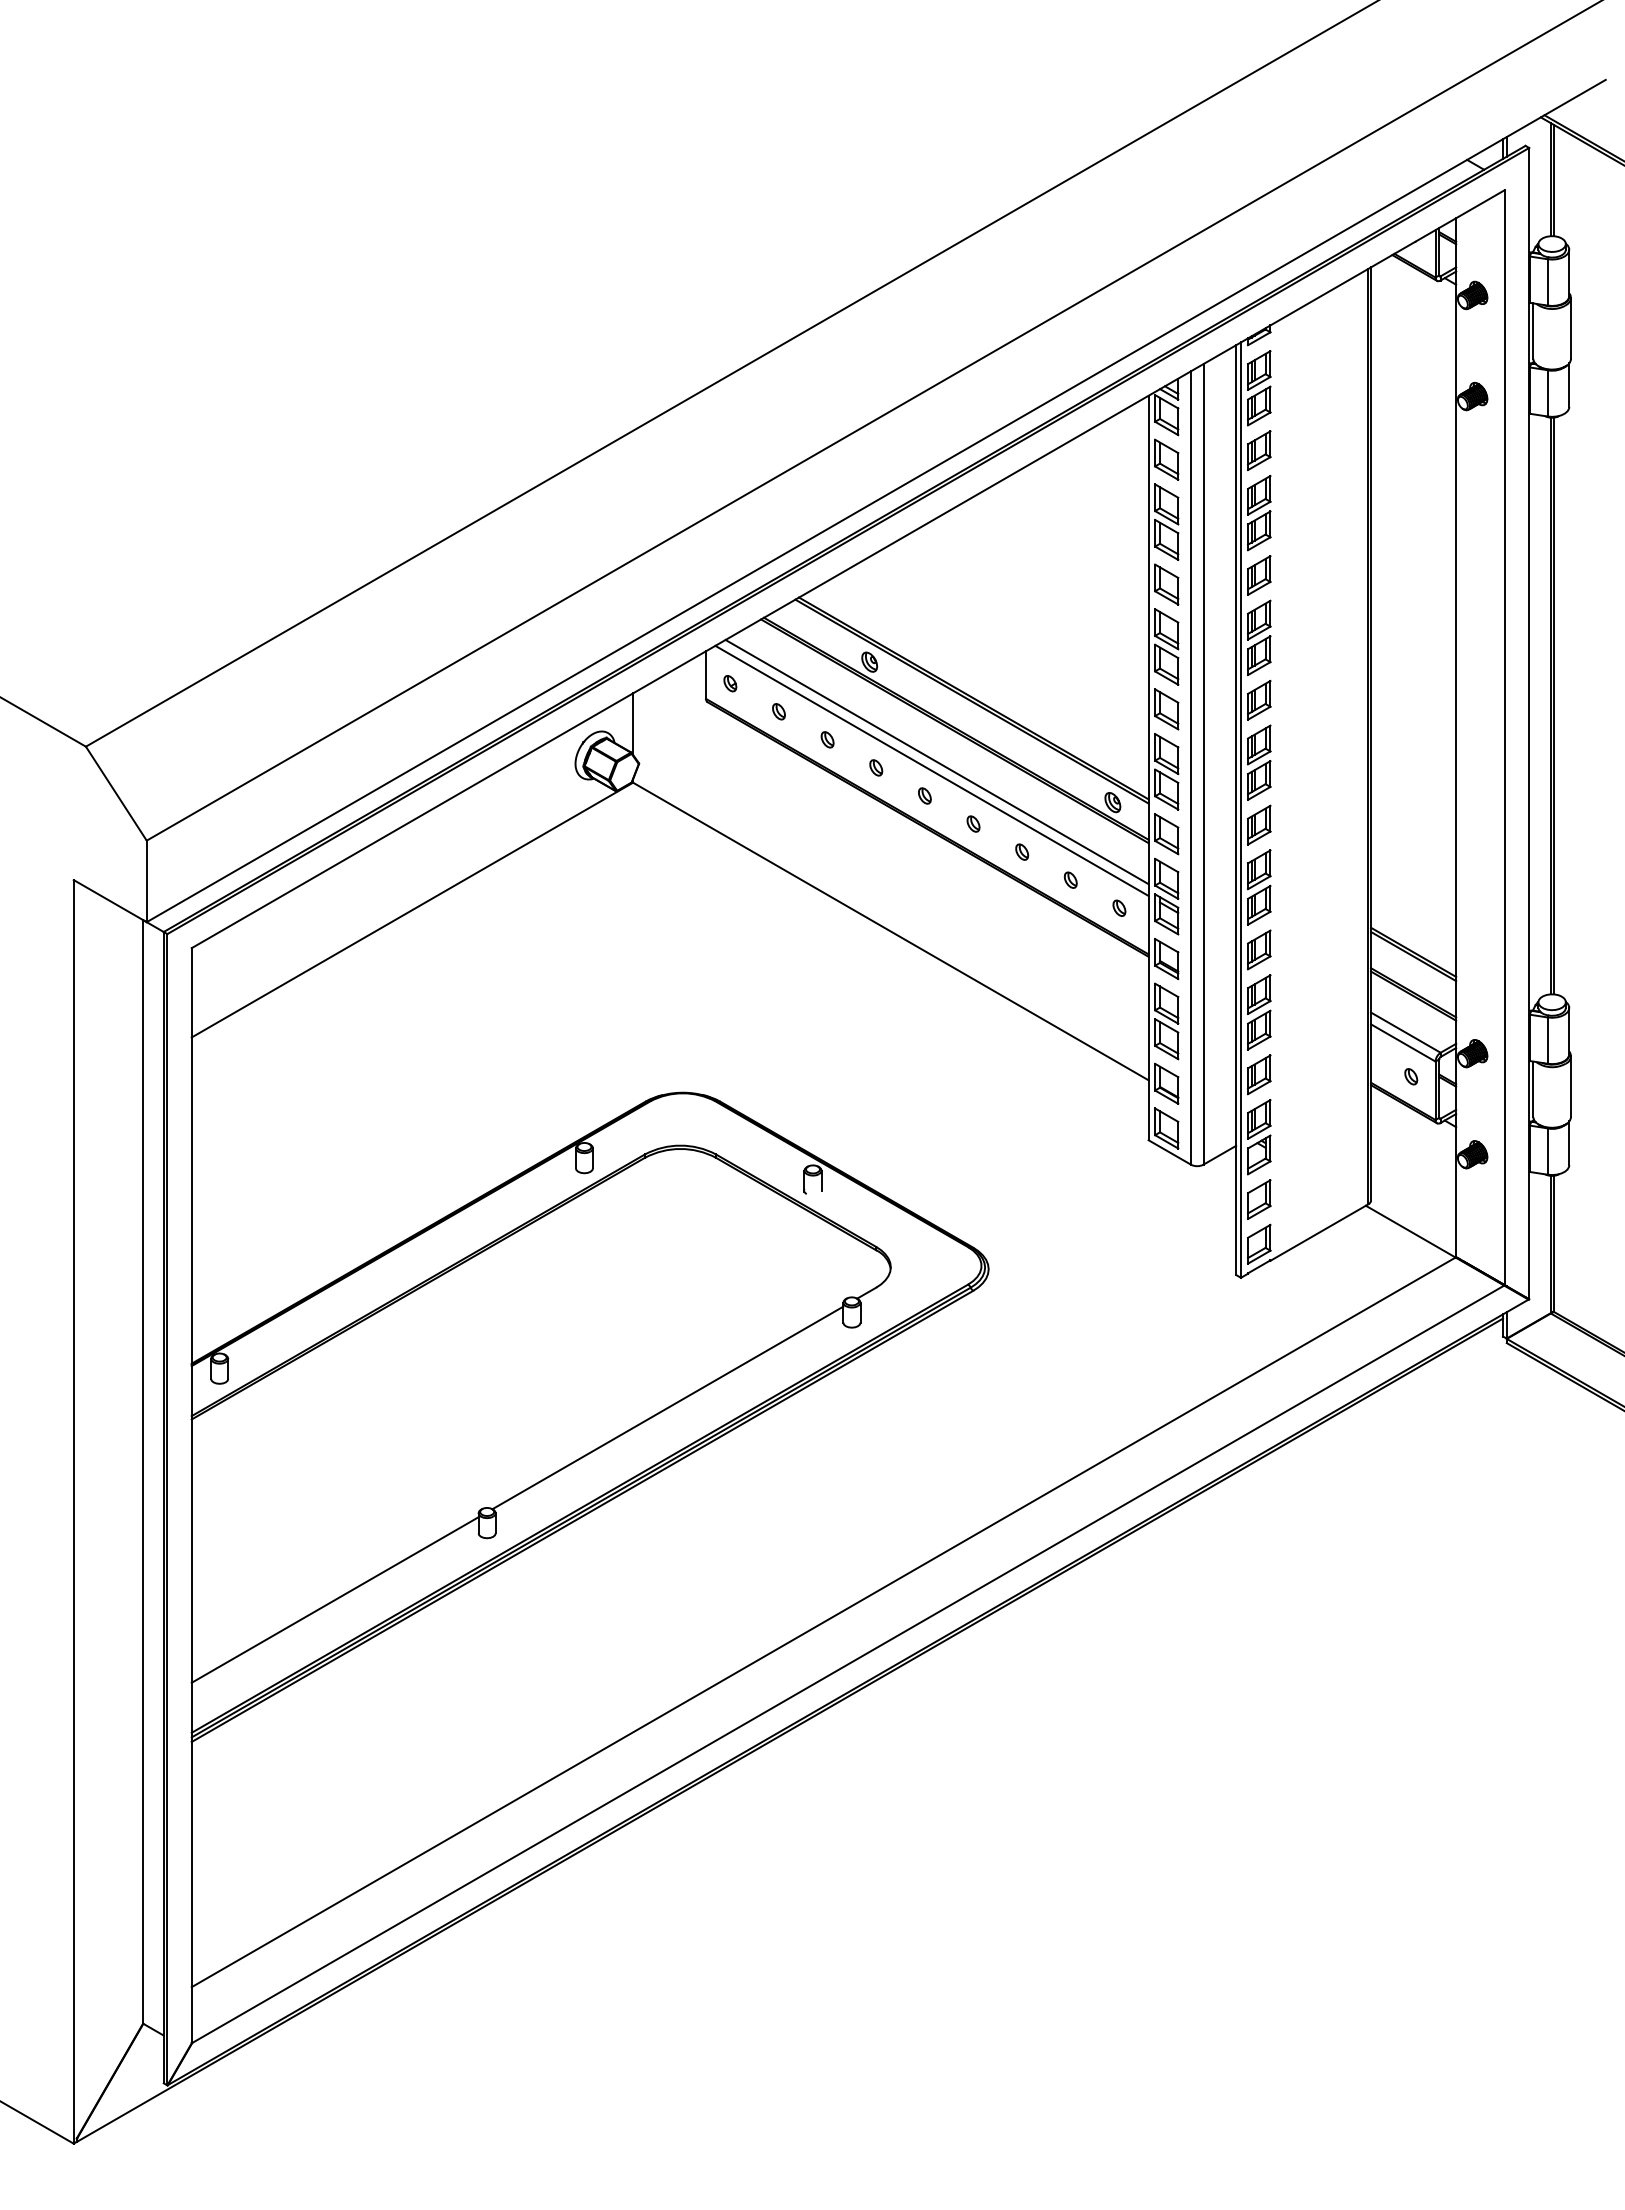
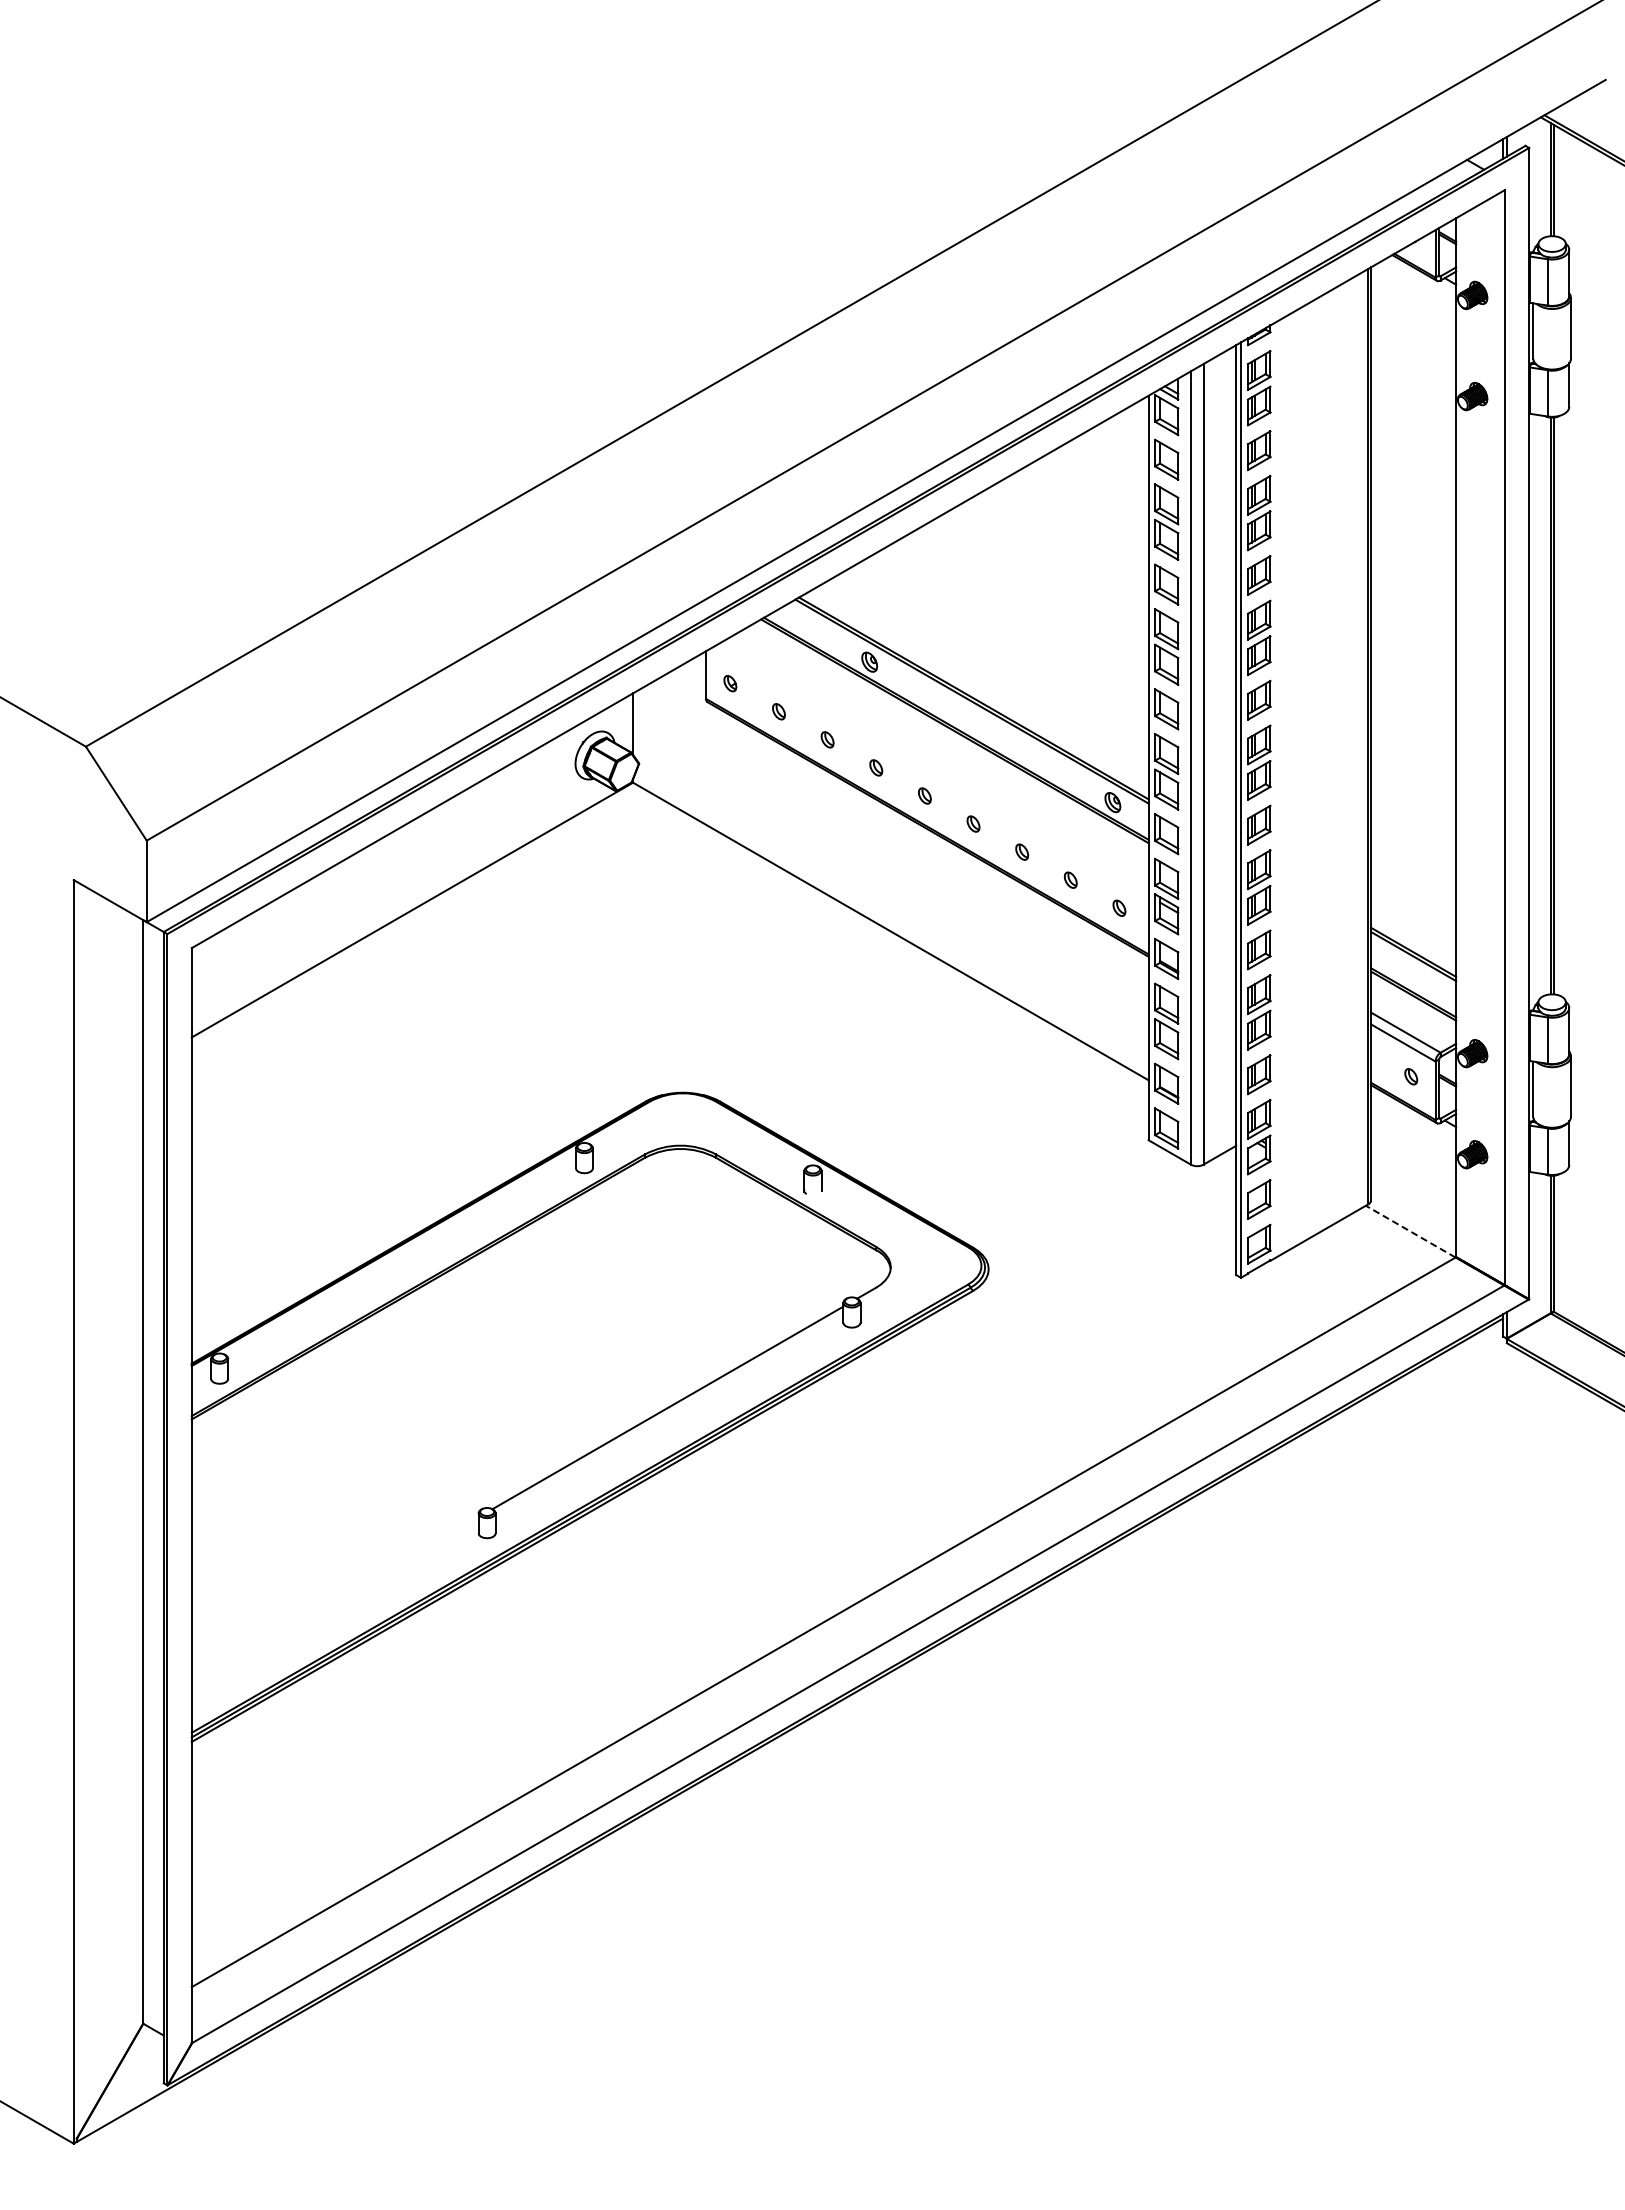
line at (936, 761): present -> none
line at (931, 770): present -> none
line at (1410, 1231): solid -> dashed
line at (334, 1599): present -> none
